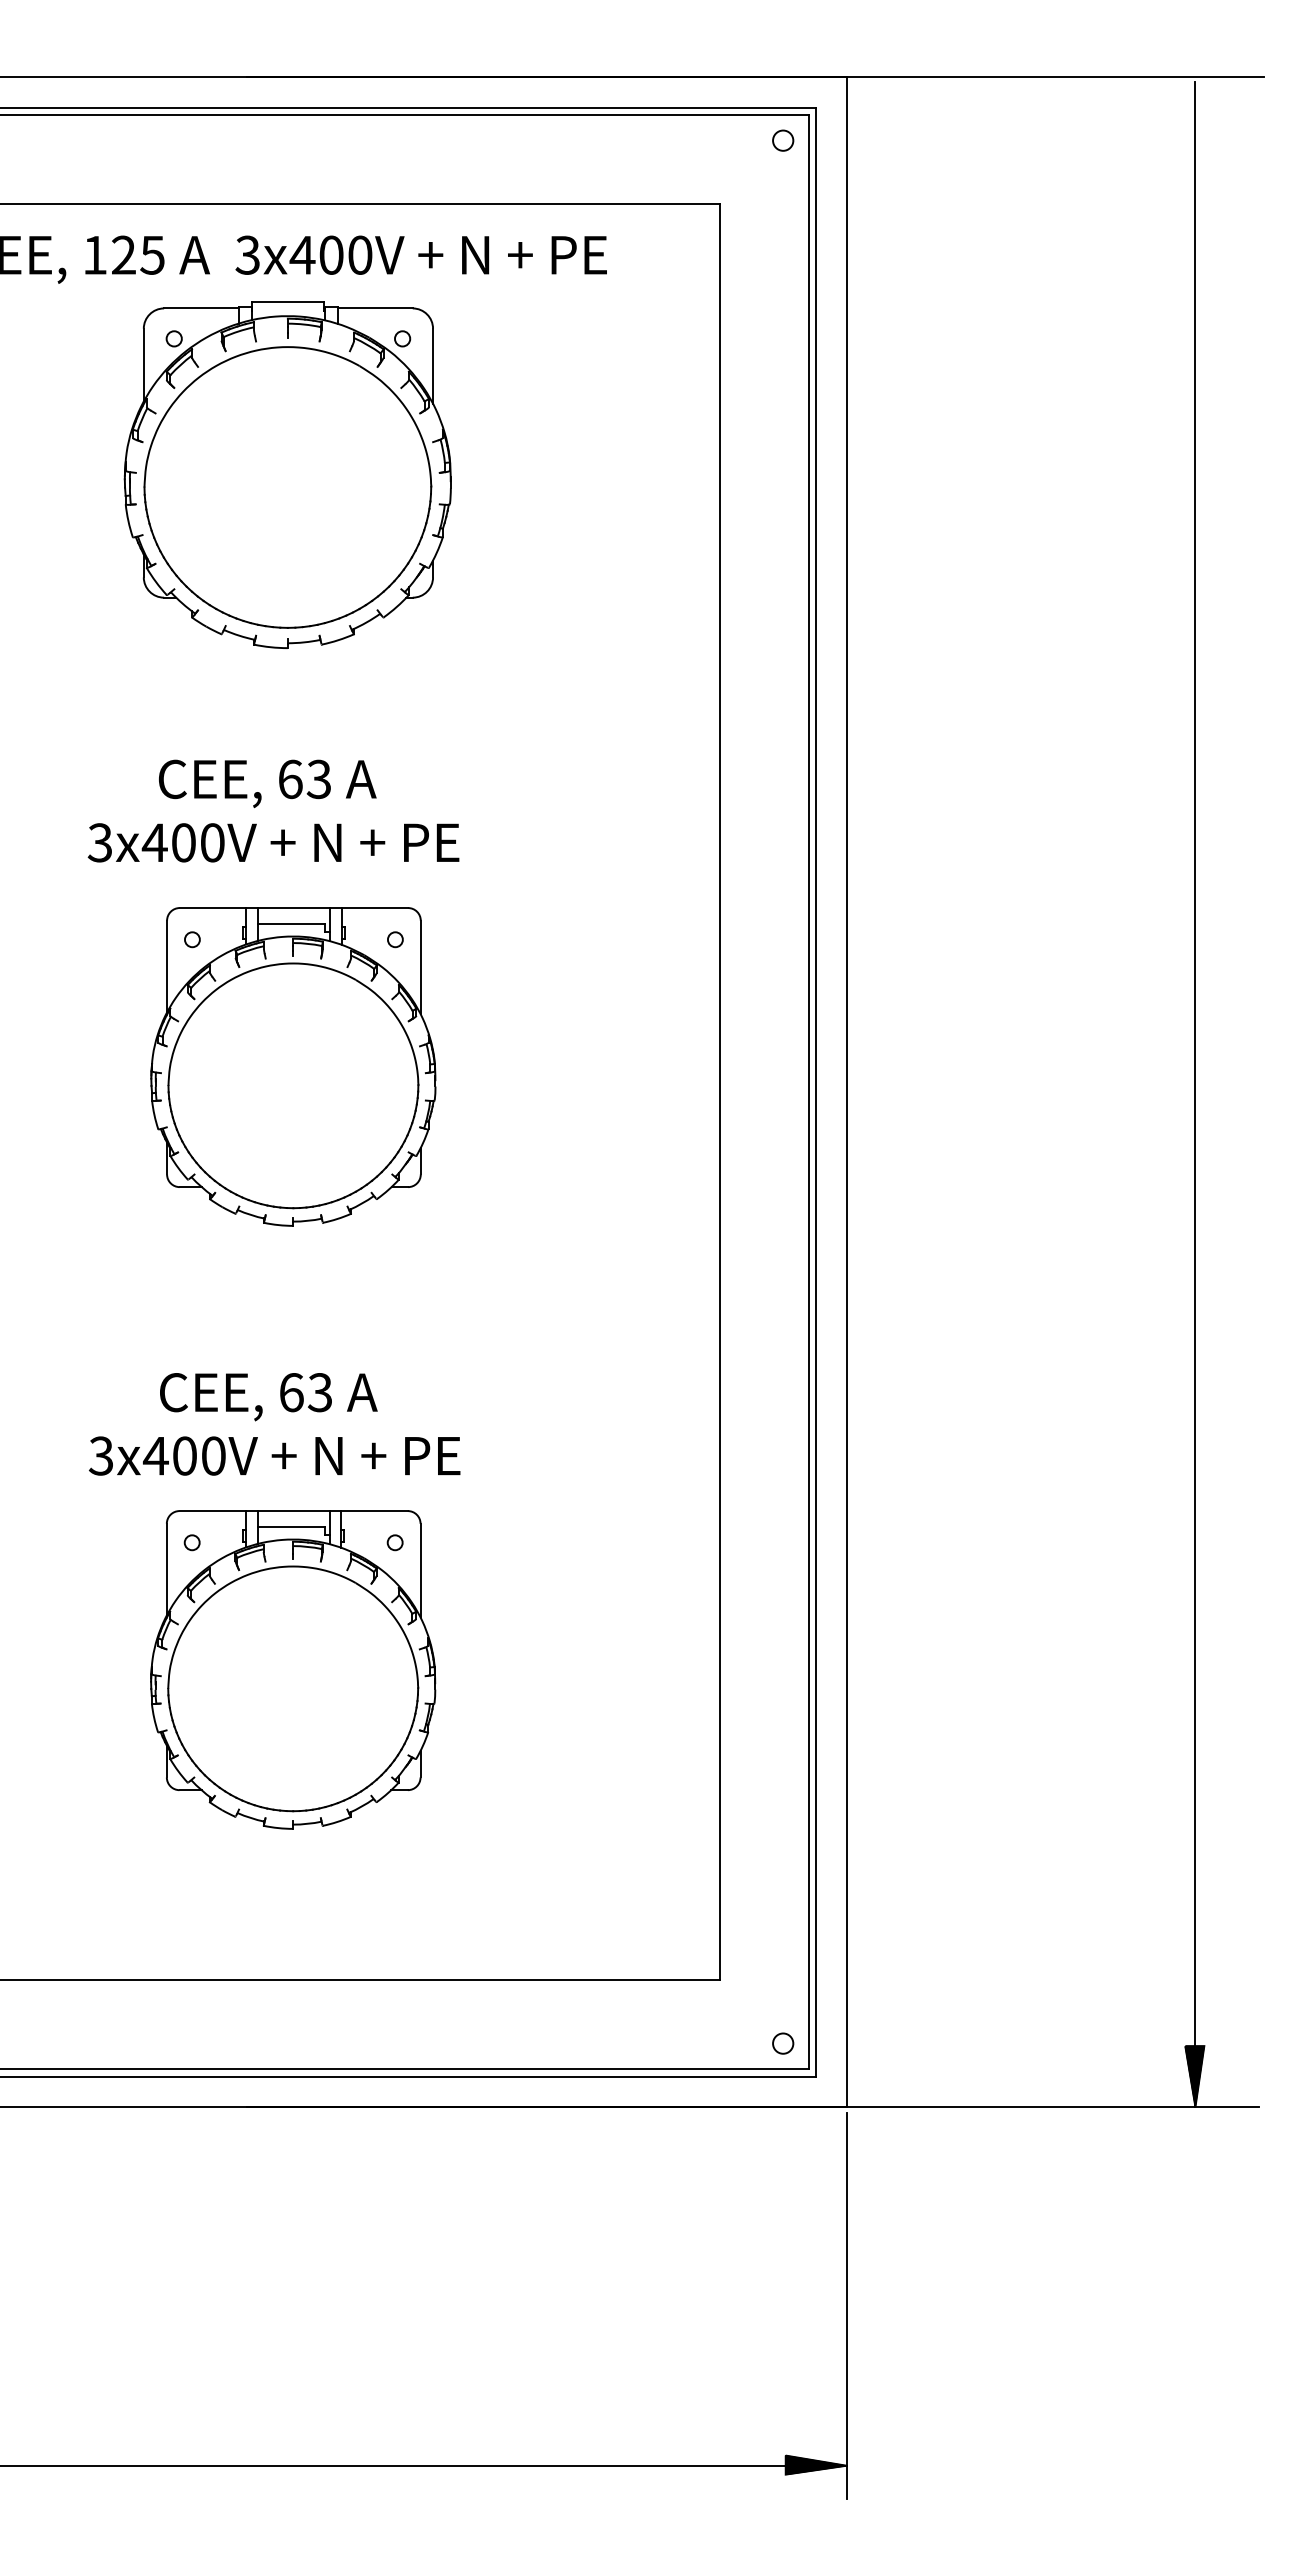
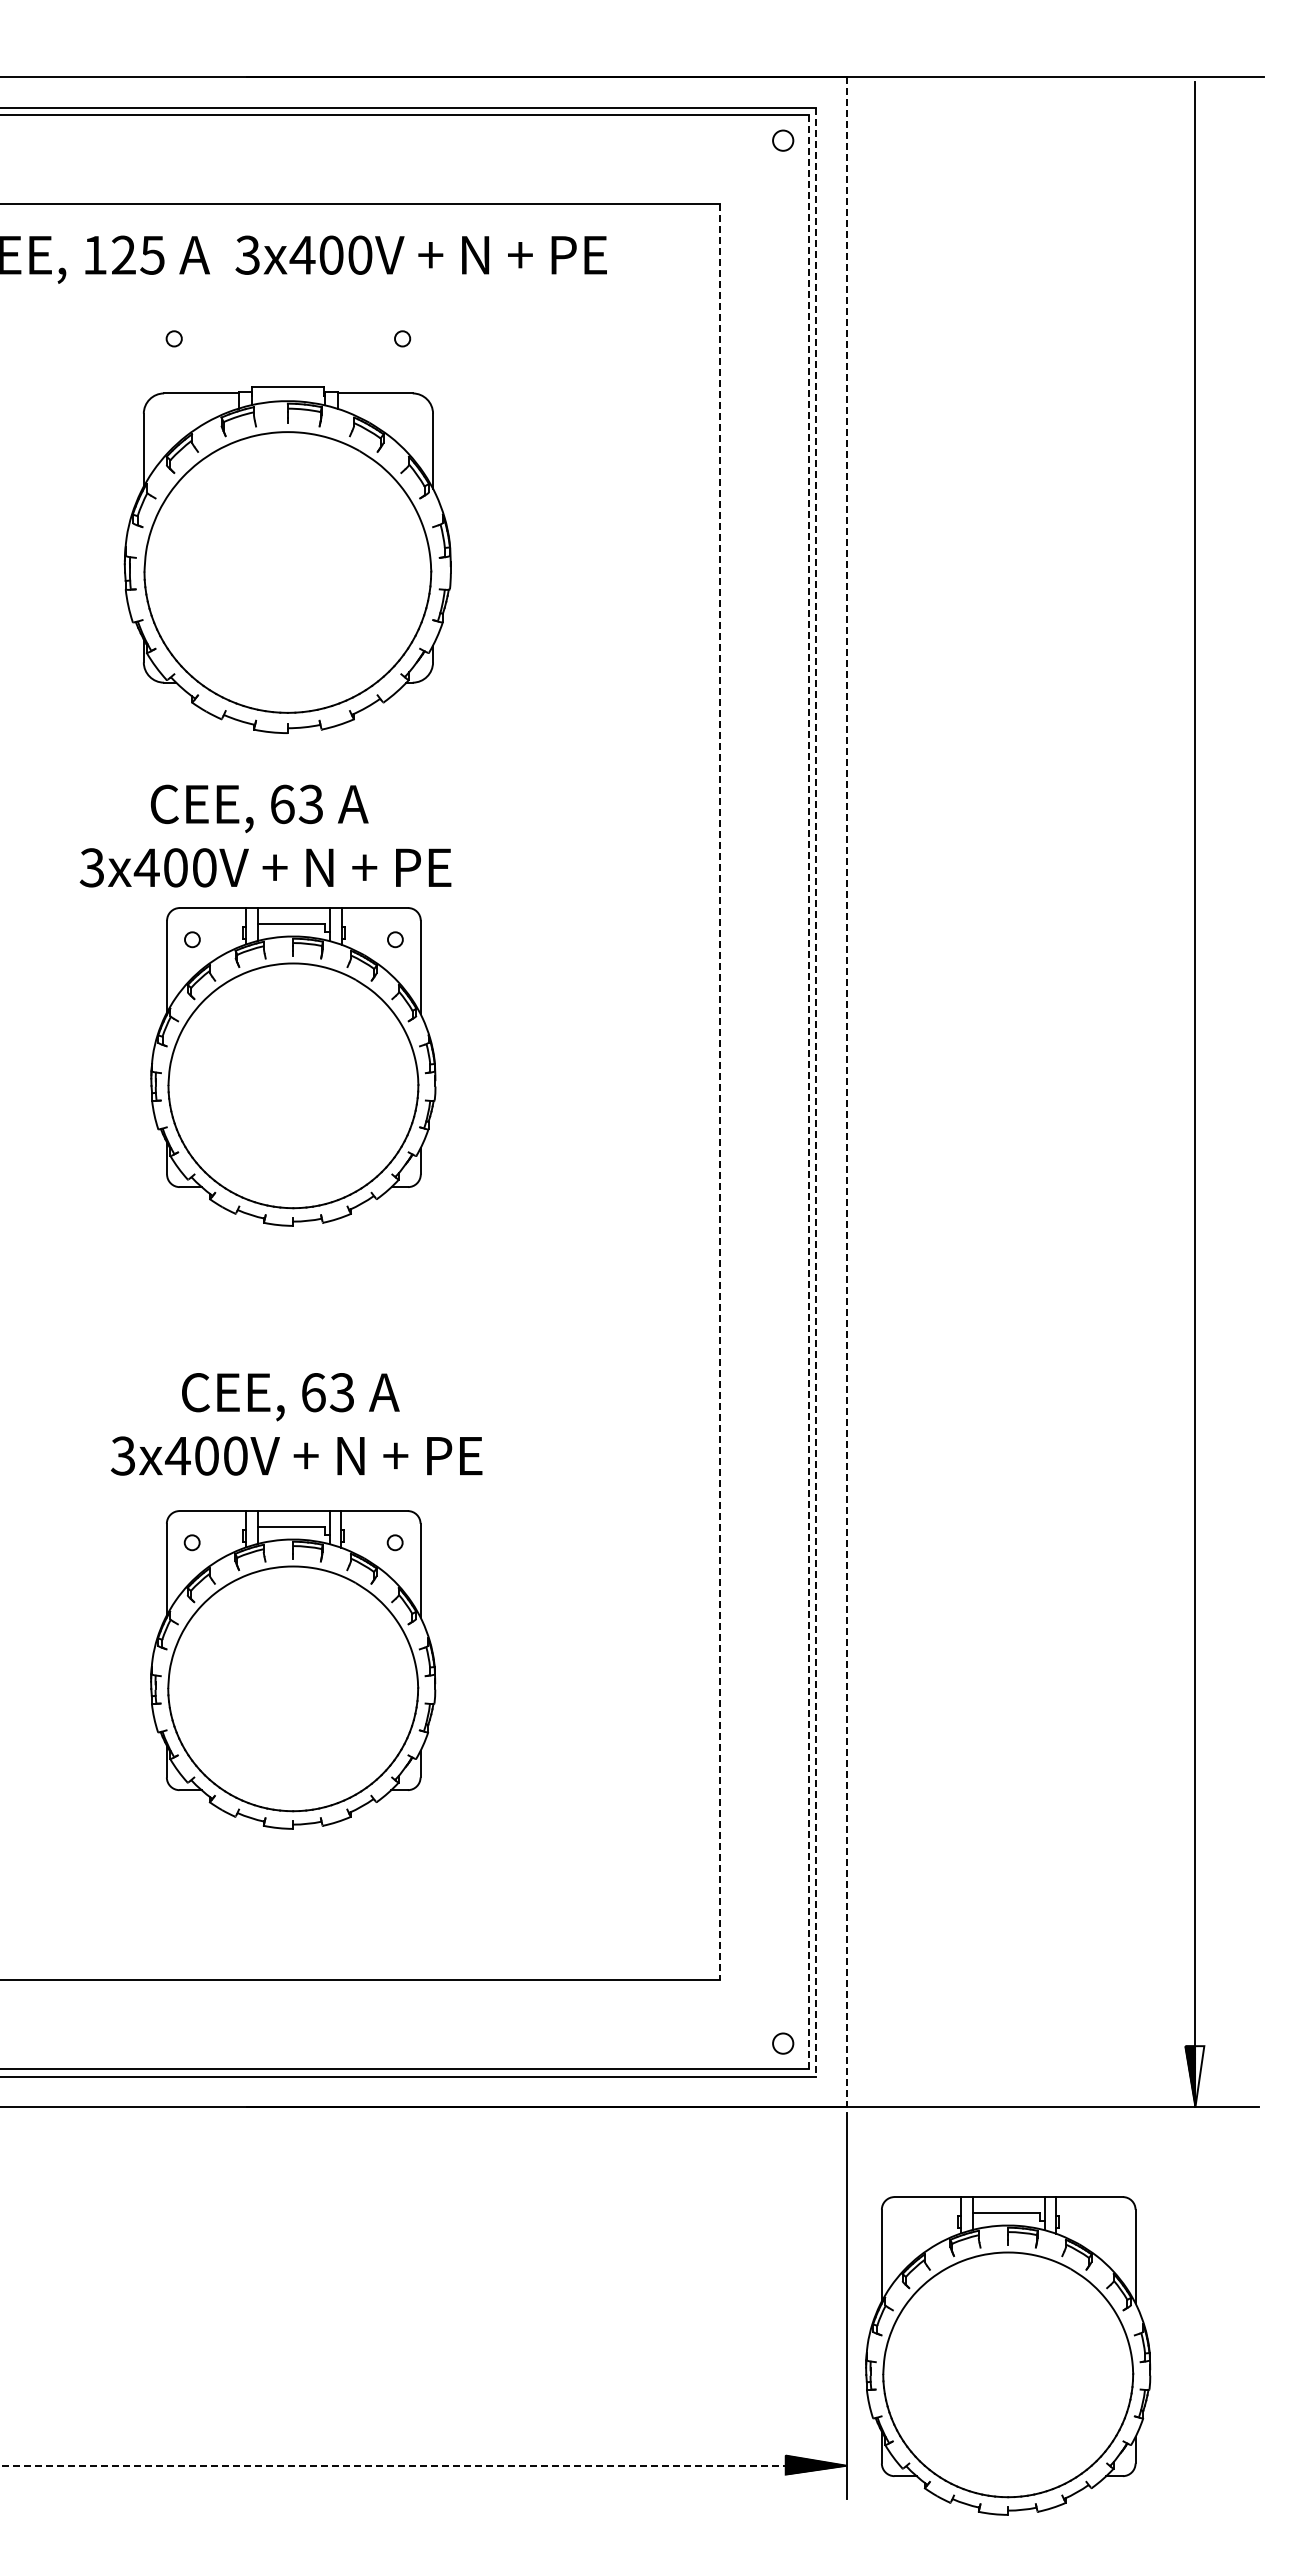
part at (287, 474) position: (287, 474) -> (287, 559)
text at (273, 810) position: (273, 810) -> (265, 835)
line at (719, 1092): solid -> dashed
line at (808, 1092): solid -> dashed
line at (816, 1092): solid -> dashed
line at (846, 1092): solid -> dashed
text at (274, 1424) position: (274, 1424) -> (296, 1424)
hatch at (1199, 2076): present -> none
part at (1008, 2355): none -> present
line at (423, 2465): solid -> dashed
